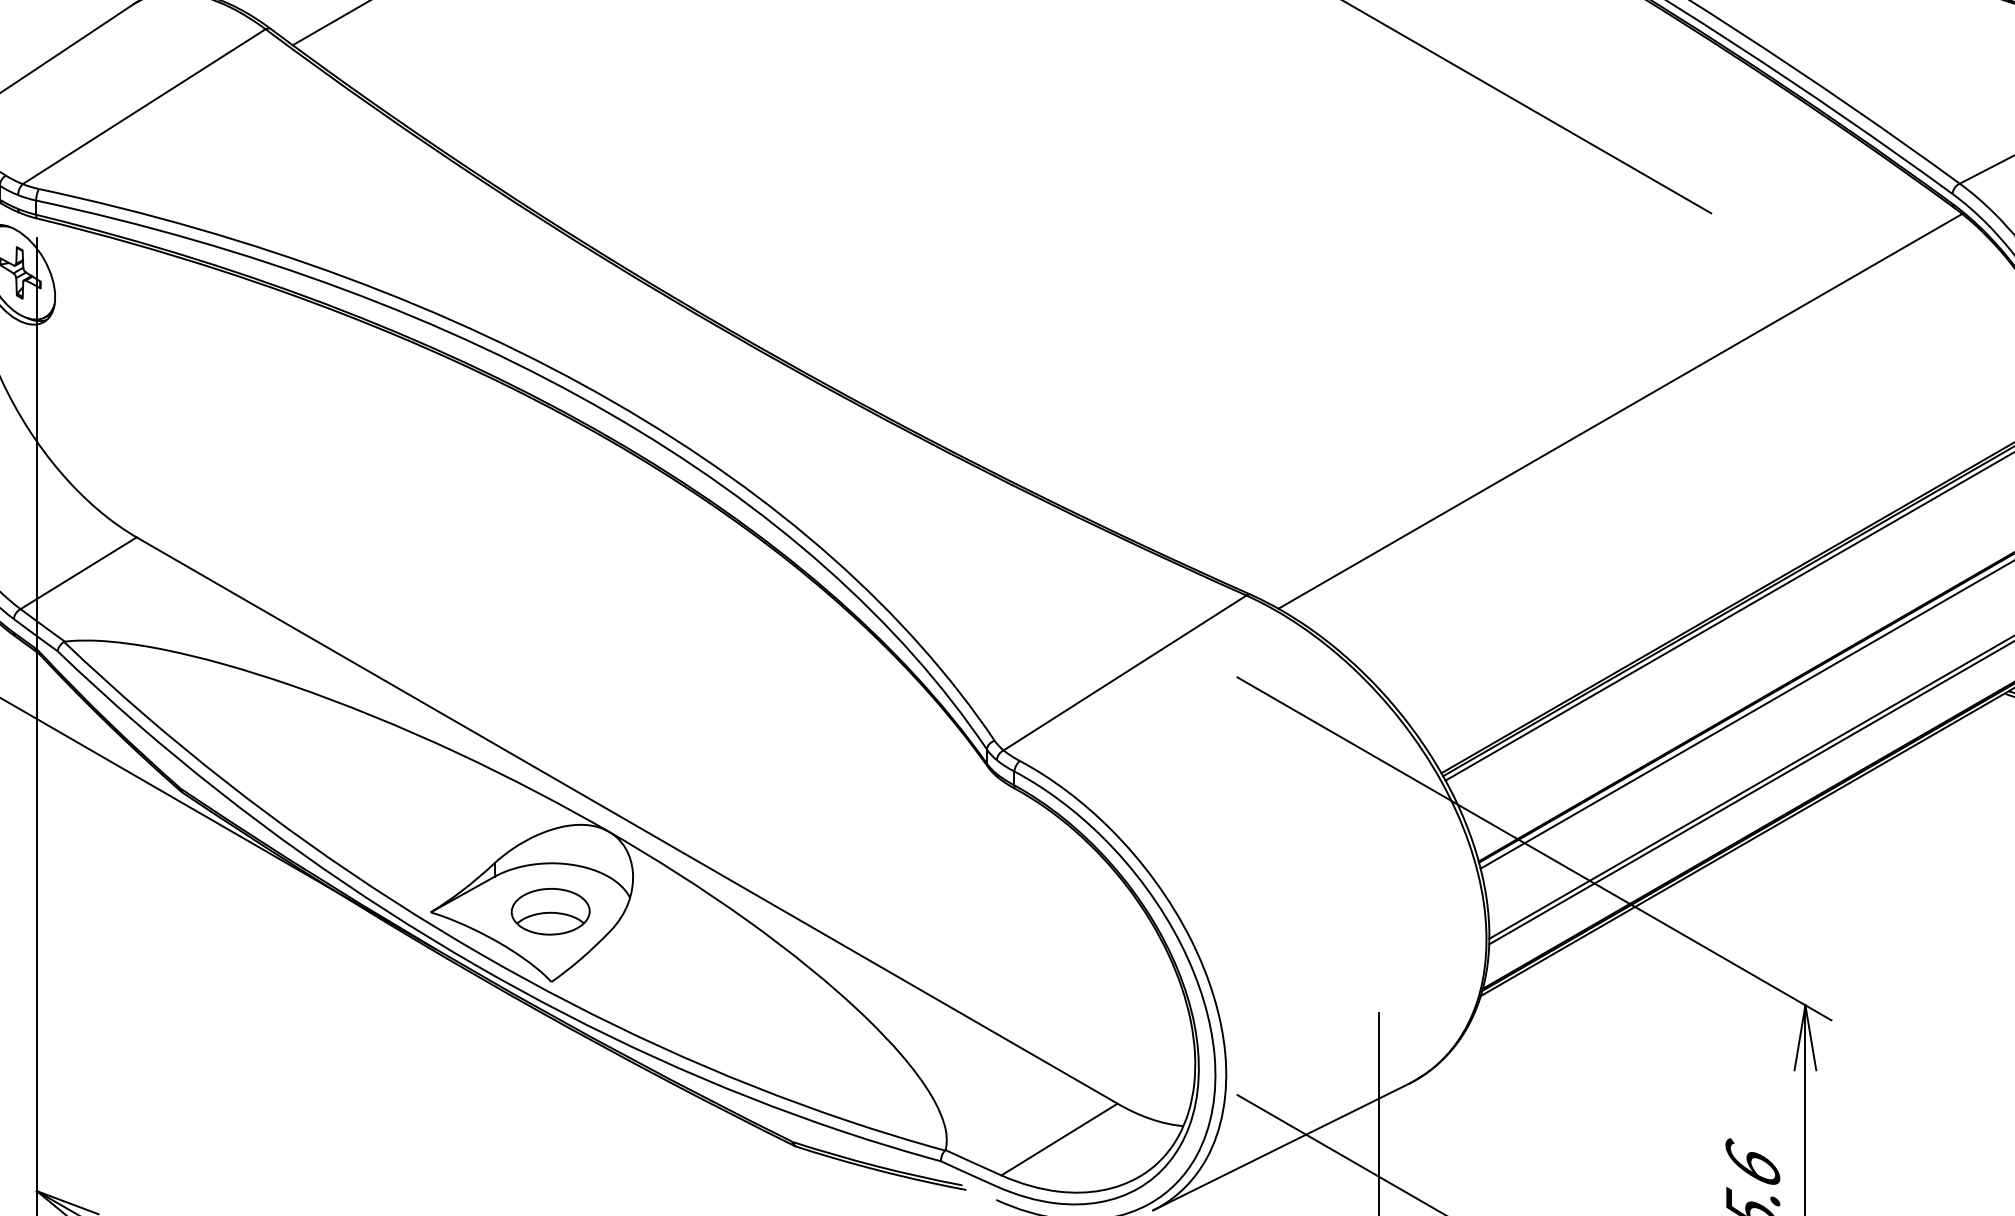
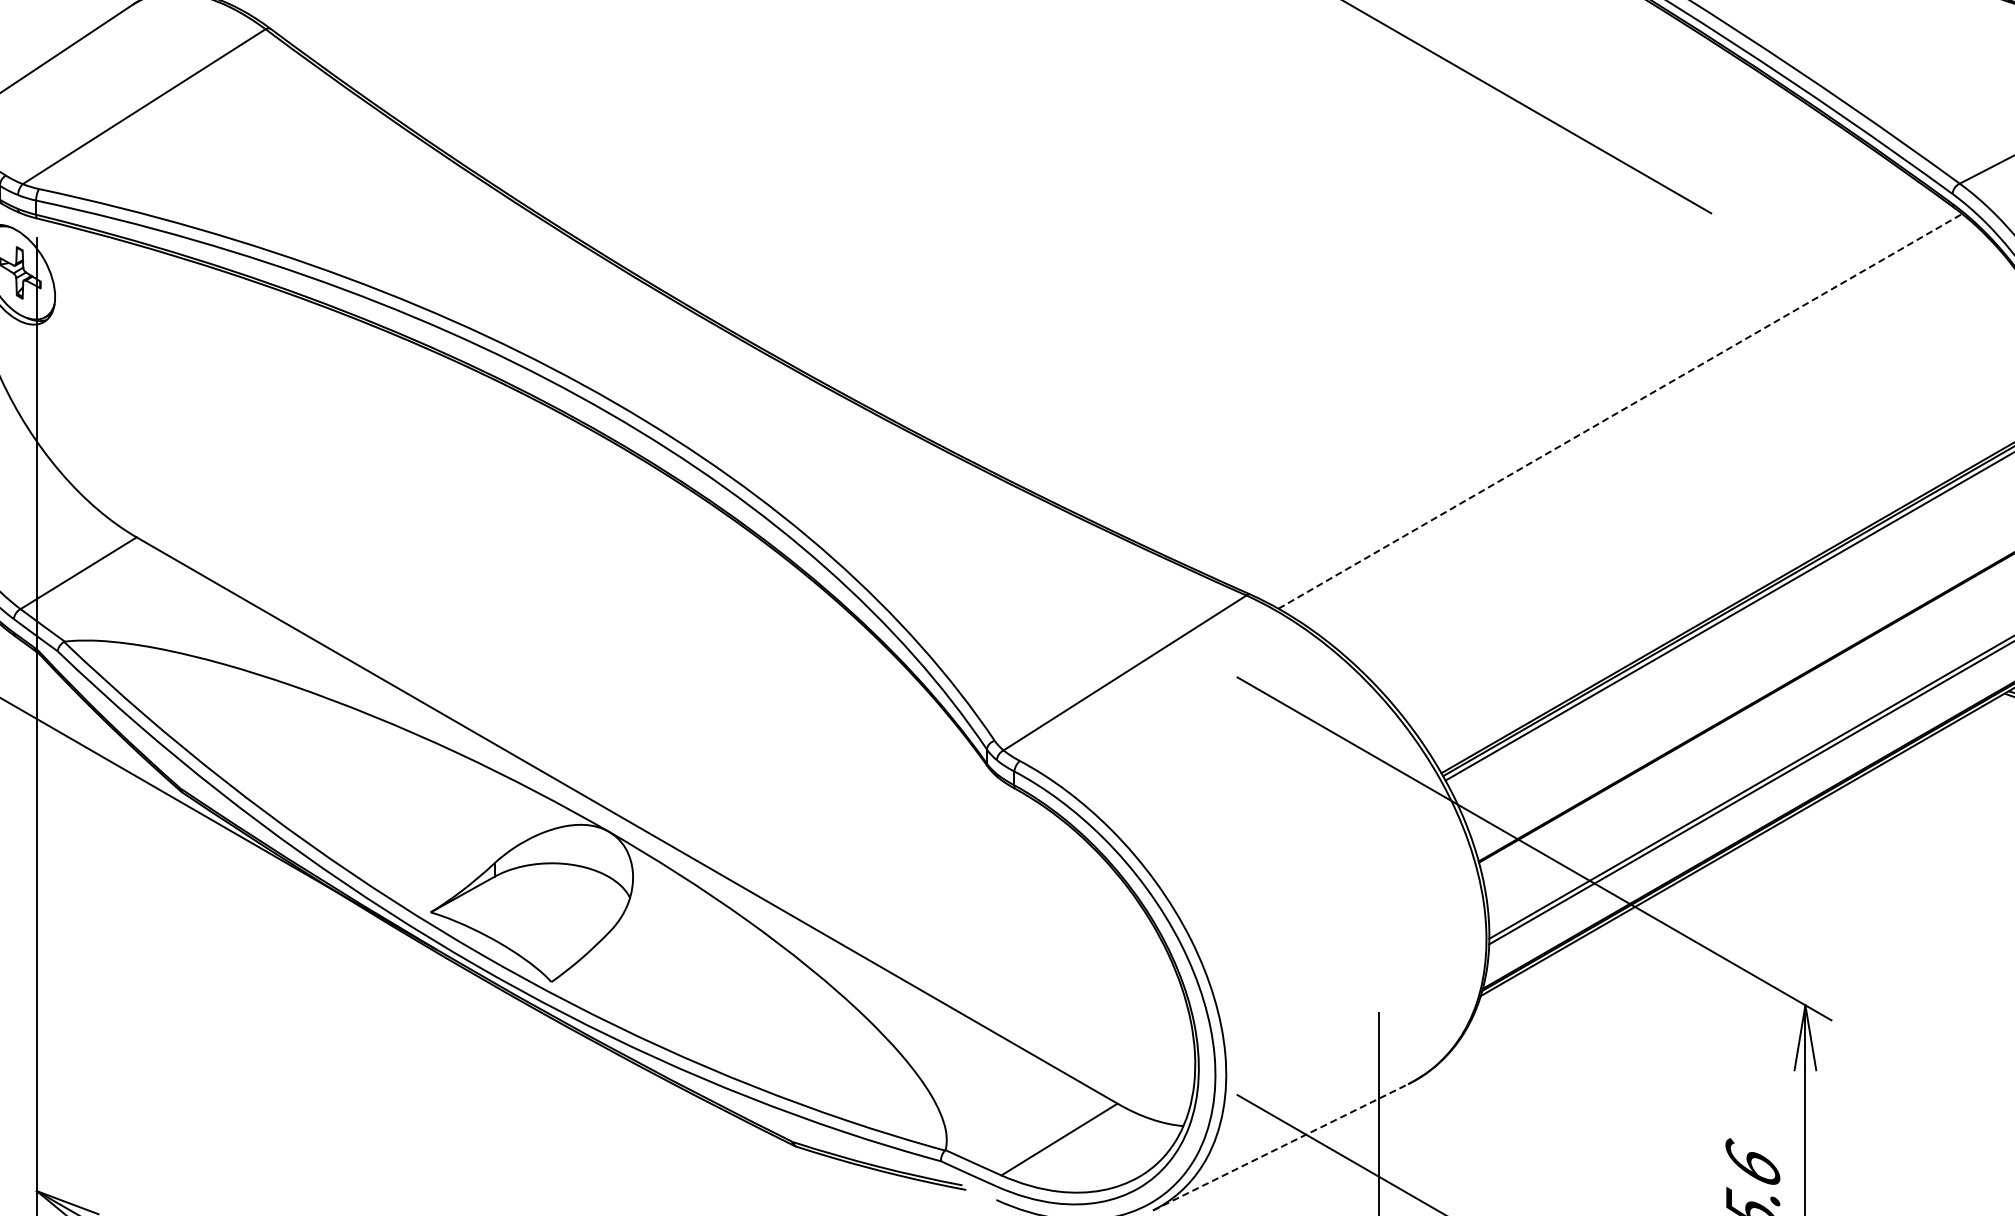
line at (329, 23): present -> none
line at (1620, 411): solid -> dashed
line at (1745, 715): present -> none
part at (550, 911): present -> none
line at (1281, 1147): solid -> dashed
